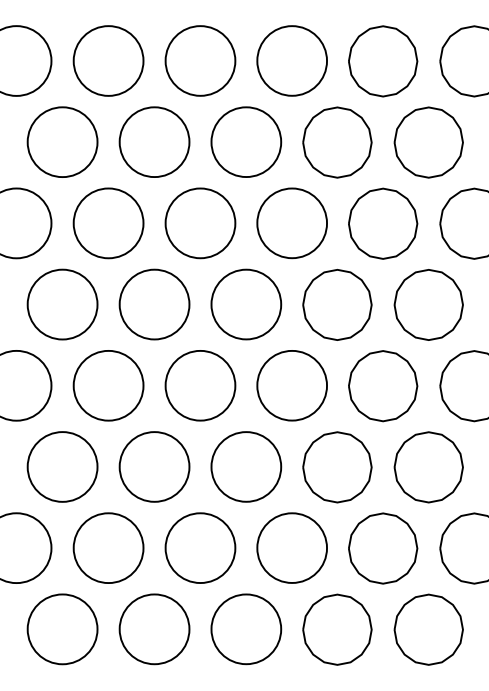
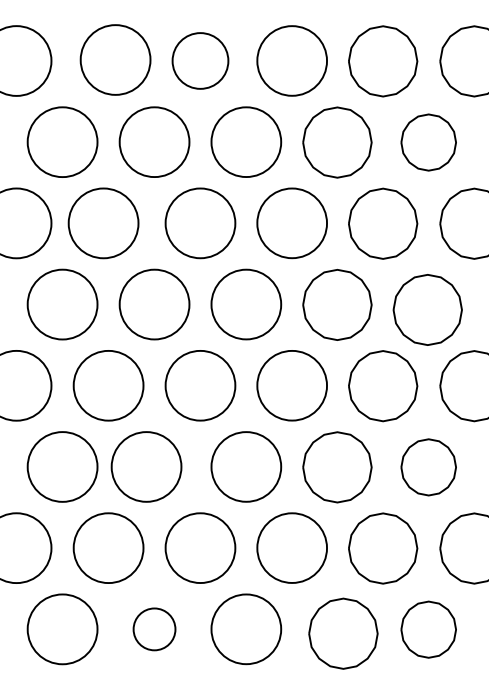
part at (108, 60) position: (108, 60) -> (115, 59)
part at (200, 60) size: 73x72 px -> 59x58 px
part at (428, 142) size: 71x73 px -> 57x59 px
part at (108, 223) position: (108, 223) -> (103, 223)
part at (428, 304) position: (428, 304) -> (427, 309)
part at (154, 466) position: (154, 466) -> (146, 466)
part at (428, 467) size: 71x73 px -> 57x59 px
part at (154, 629) size: 73x73 px -> 45x45 px
part at (337, 629) position: (337, 629) -> (343, 633)
part at (428, 629) size: 71x73 px -> 57x59 px
